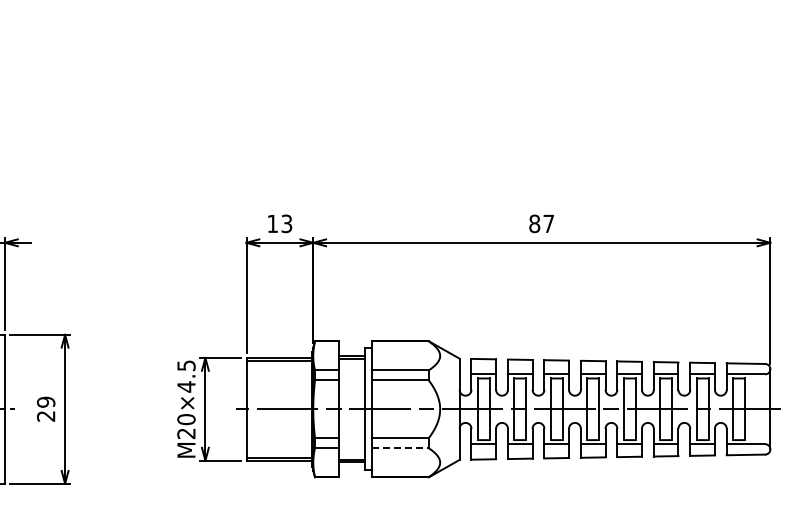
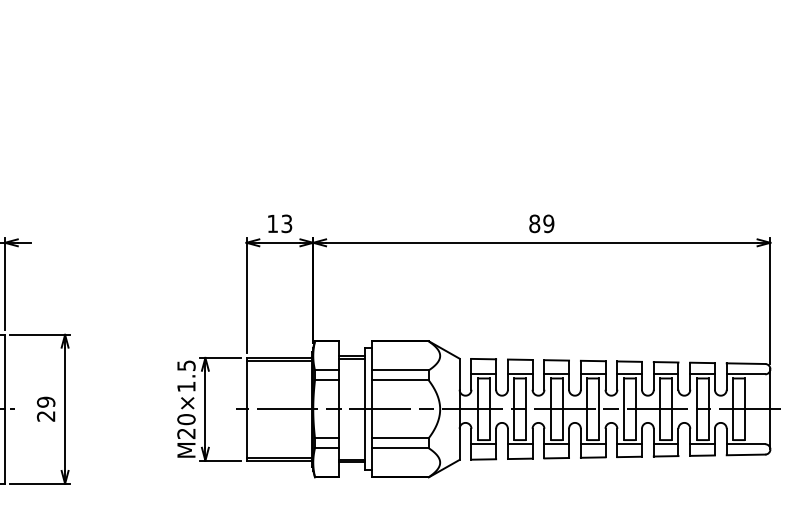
text at (548, 223): 87 -> 89
text at (186, 386): M20×4.5 -> M20×1.5
line at (401, 448): dashed -> solid
